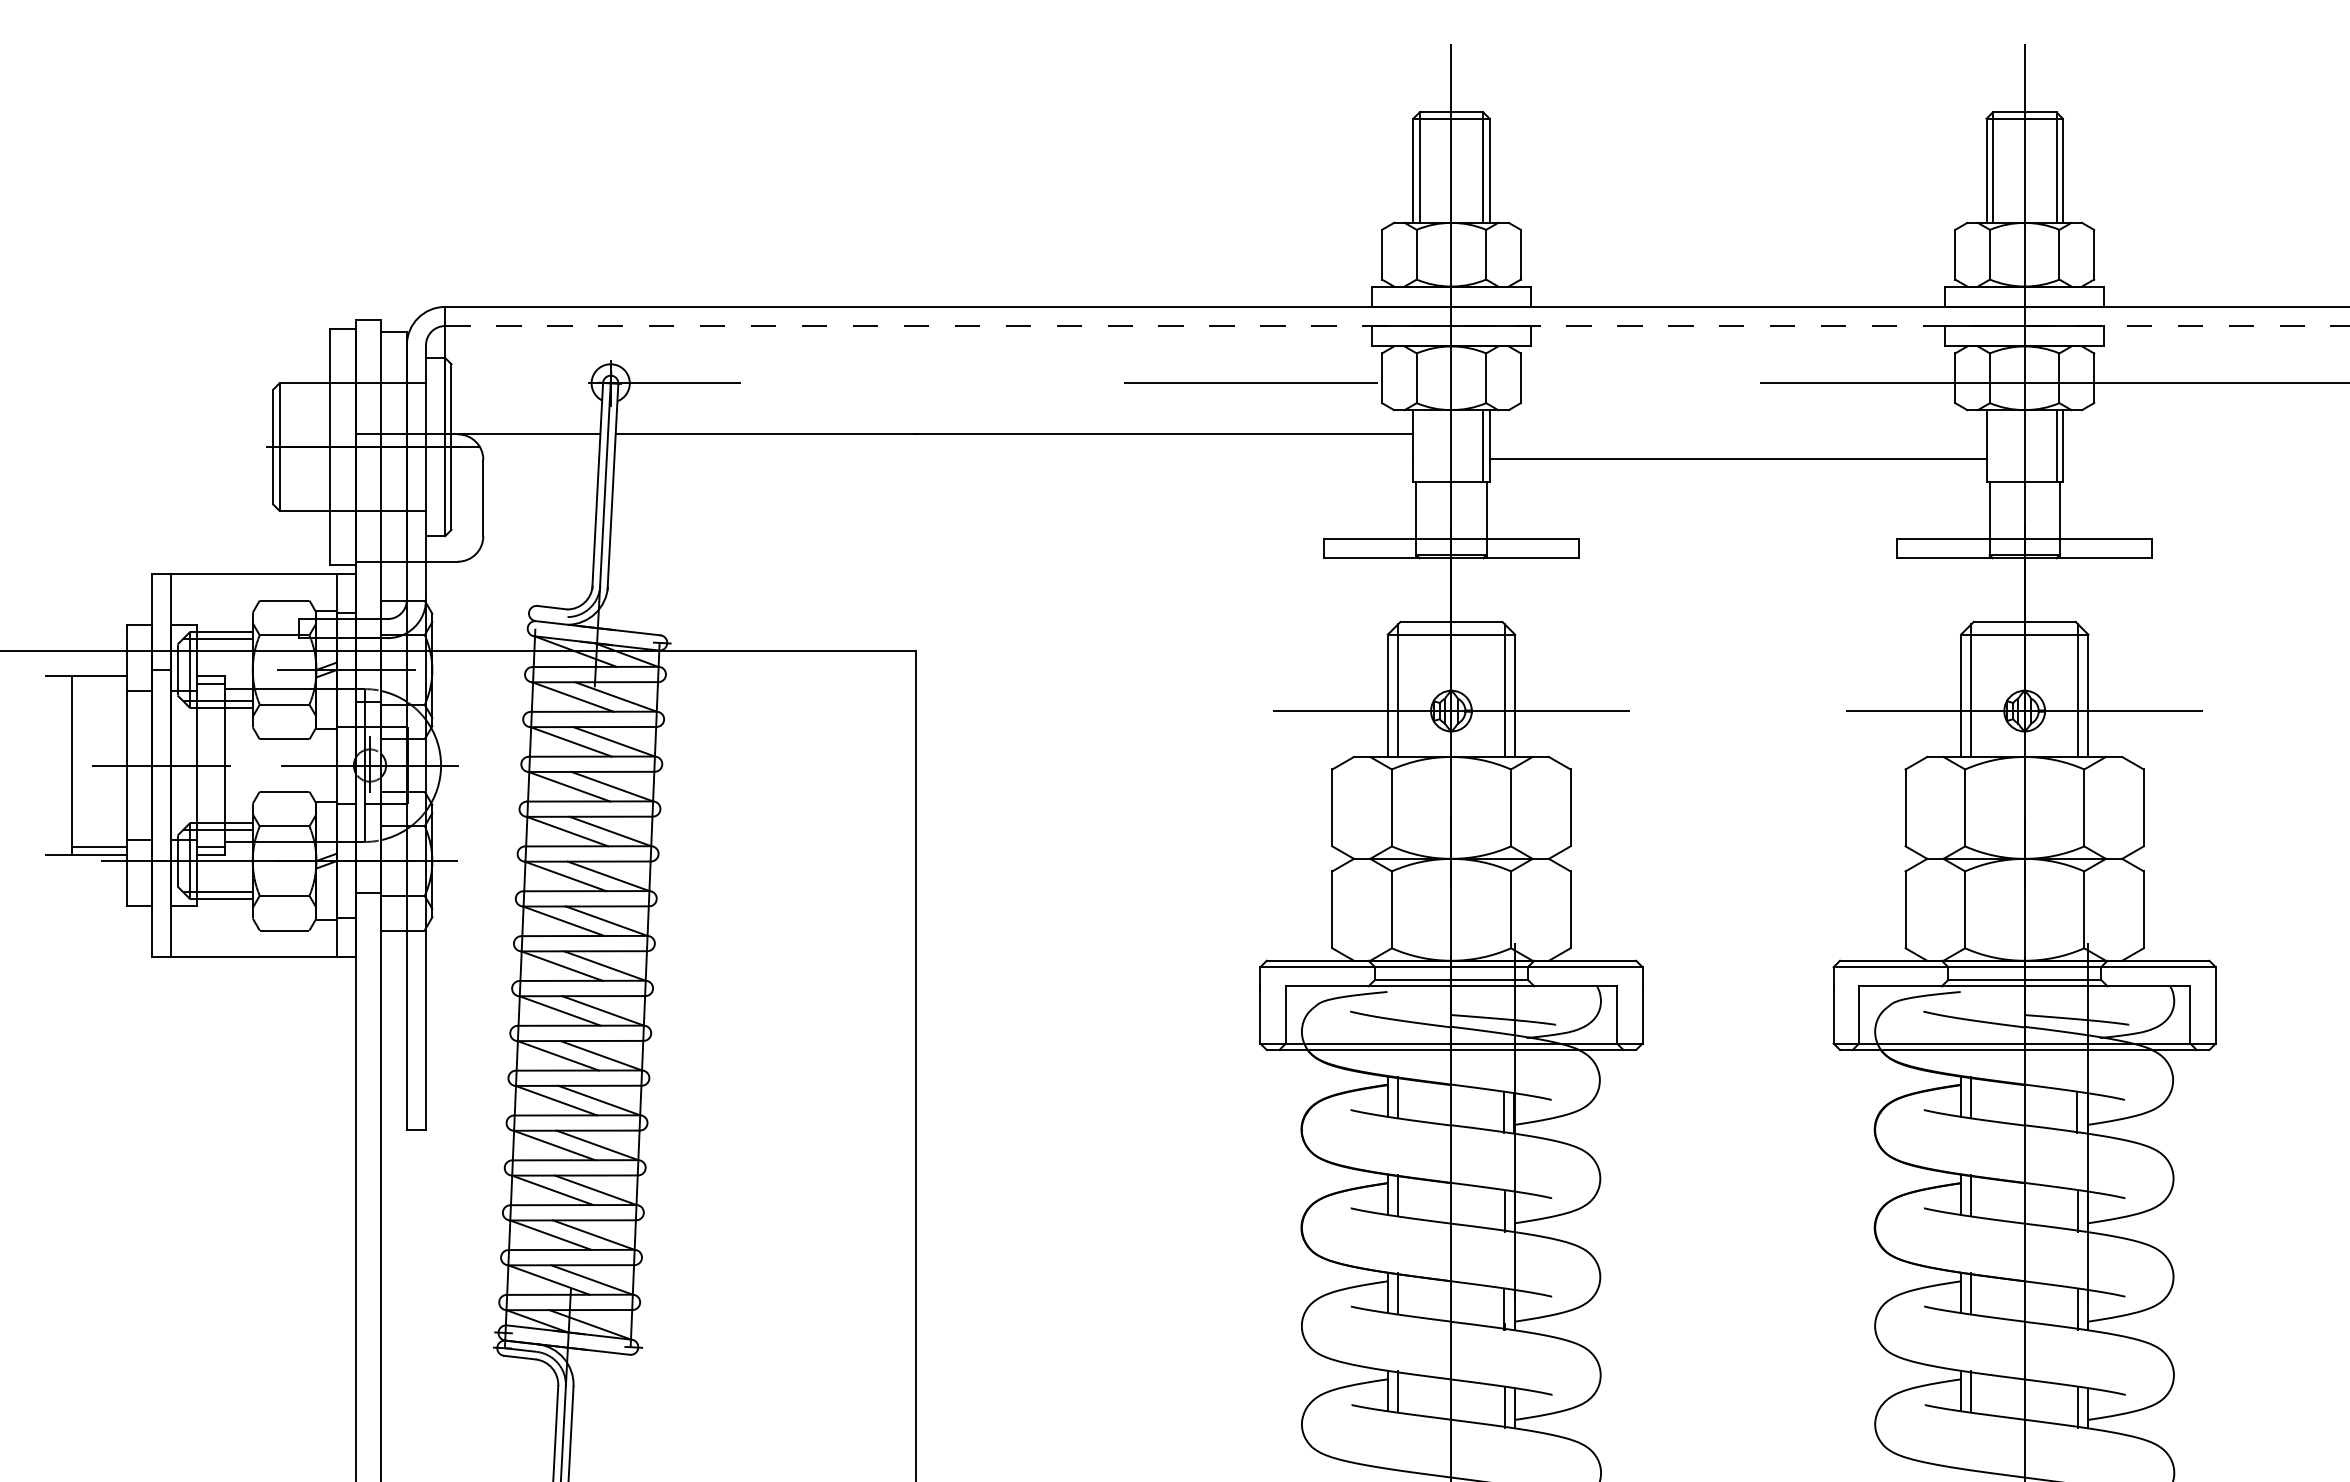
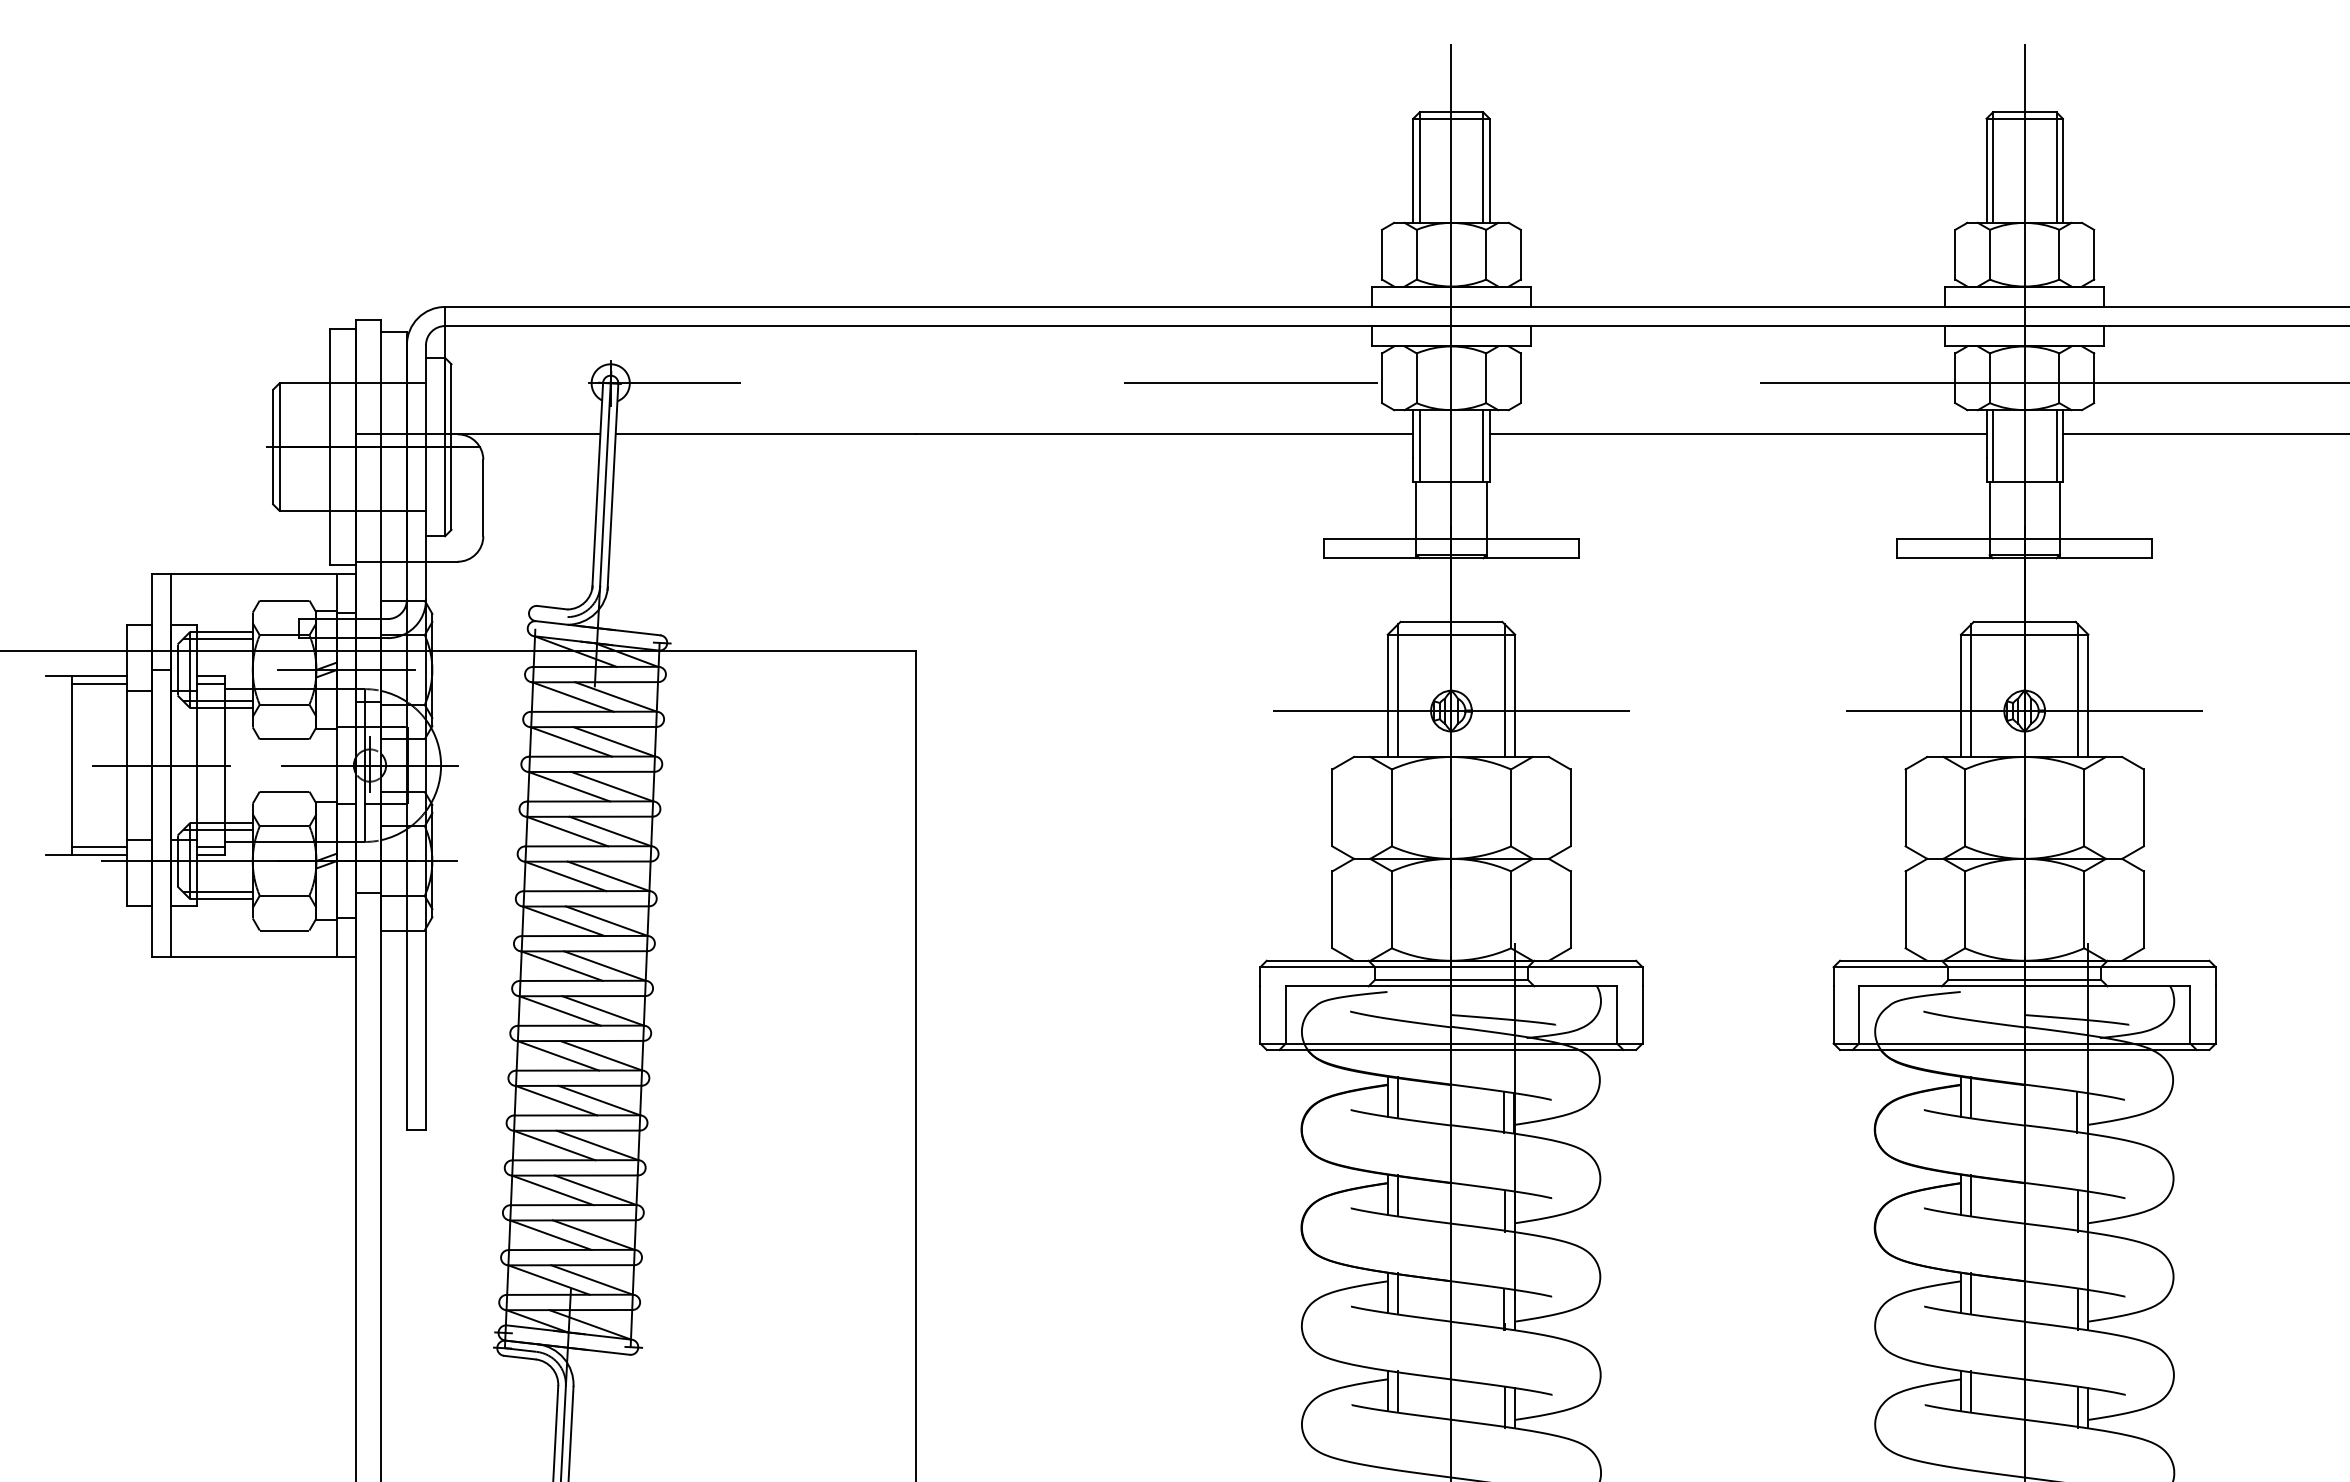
line at (1396, 326): dashed -> solid
line at (2204, 434): none -> present
line at (1419, 445): none -> present
line at (1992, 445): none -> present
line at (1737, 459) position: (1737, 459) -> (1737, 434)
line at (98, 684): none -> present
